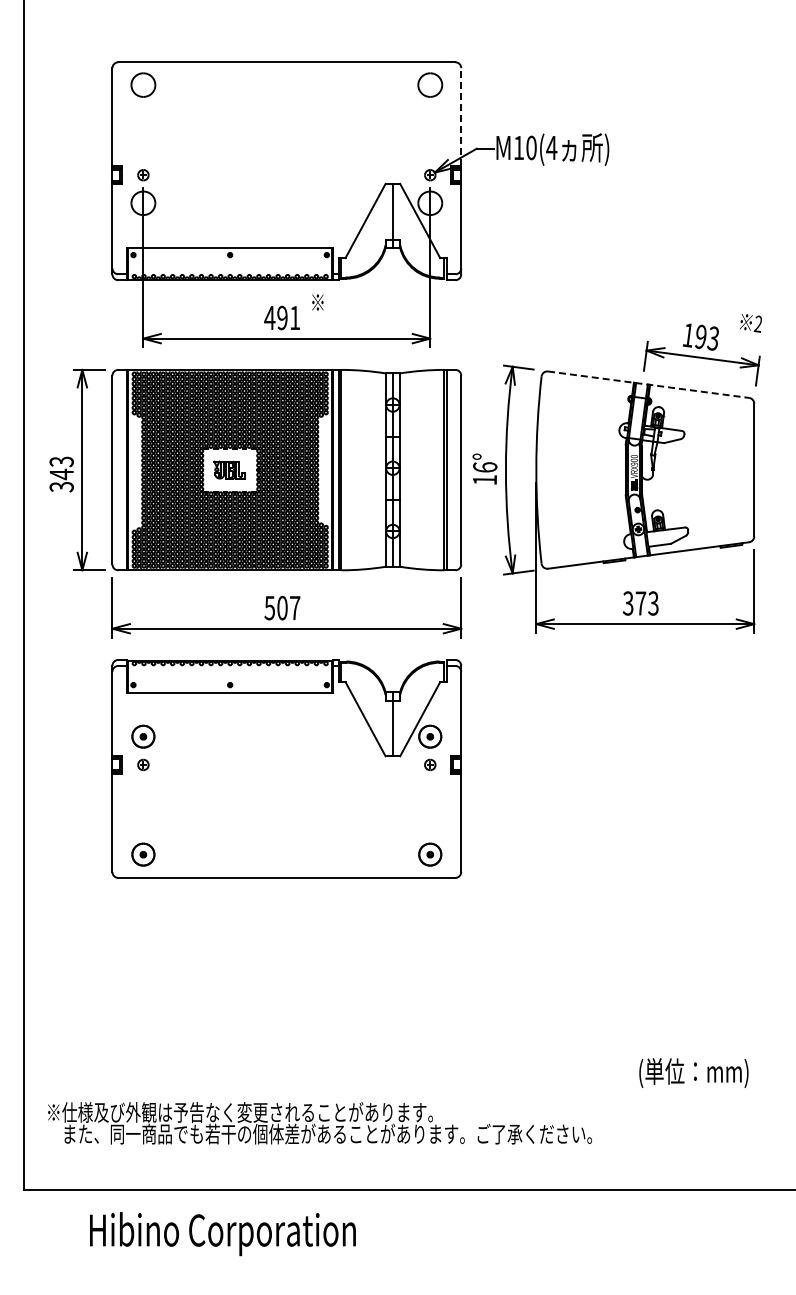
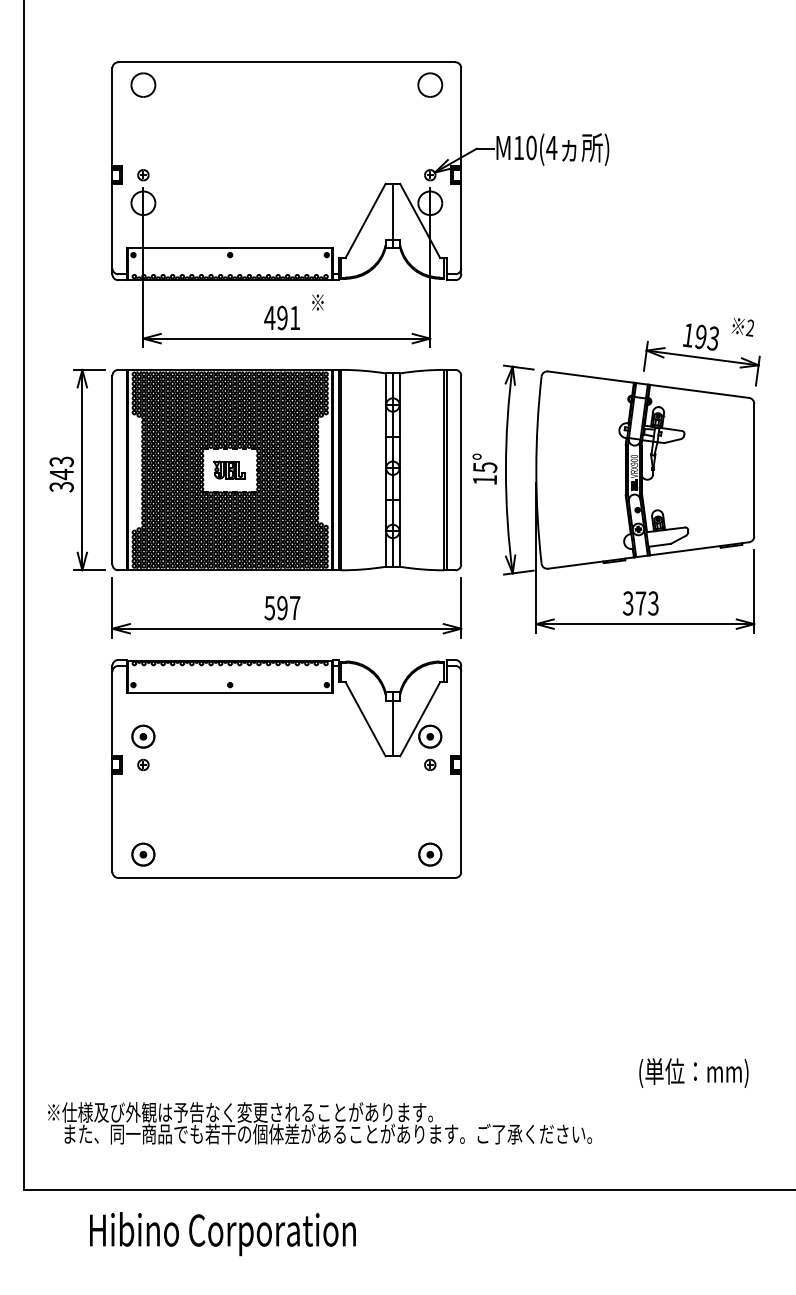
line at (461, 116): dashed -> solid
text at (750, 322) position: (750, 322) -> (742, 326)
line at (649, 384): dashed -> solid
text at (485, 467): 16° -> 15°
text at (282, 608): 507 -> 597
